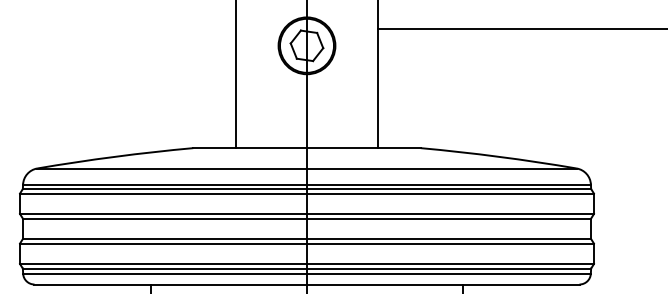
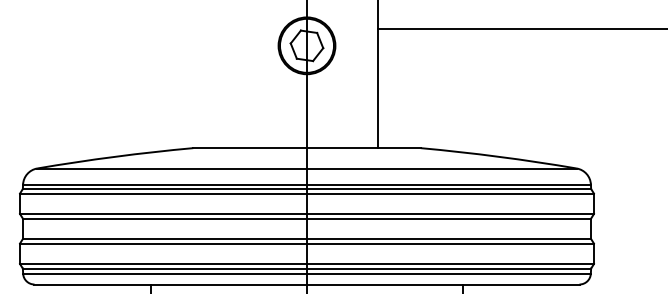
line at (235, 75): present -> none
